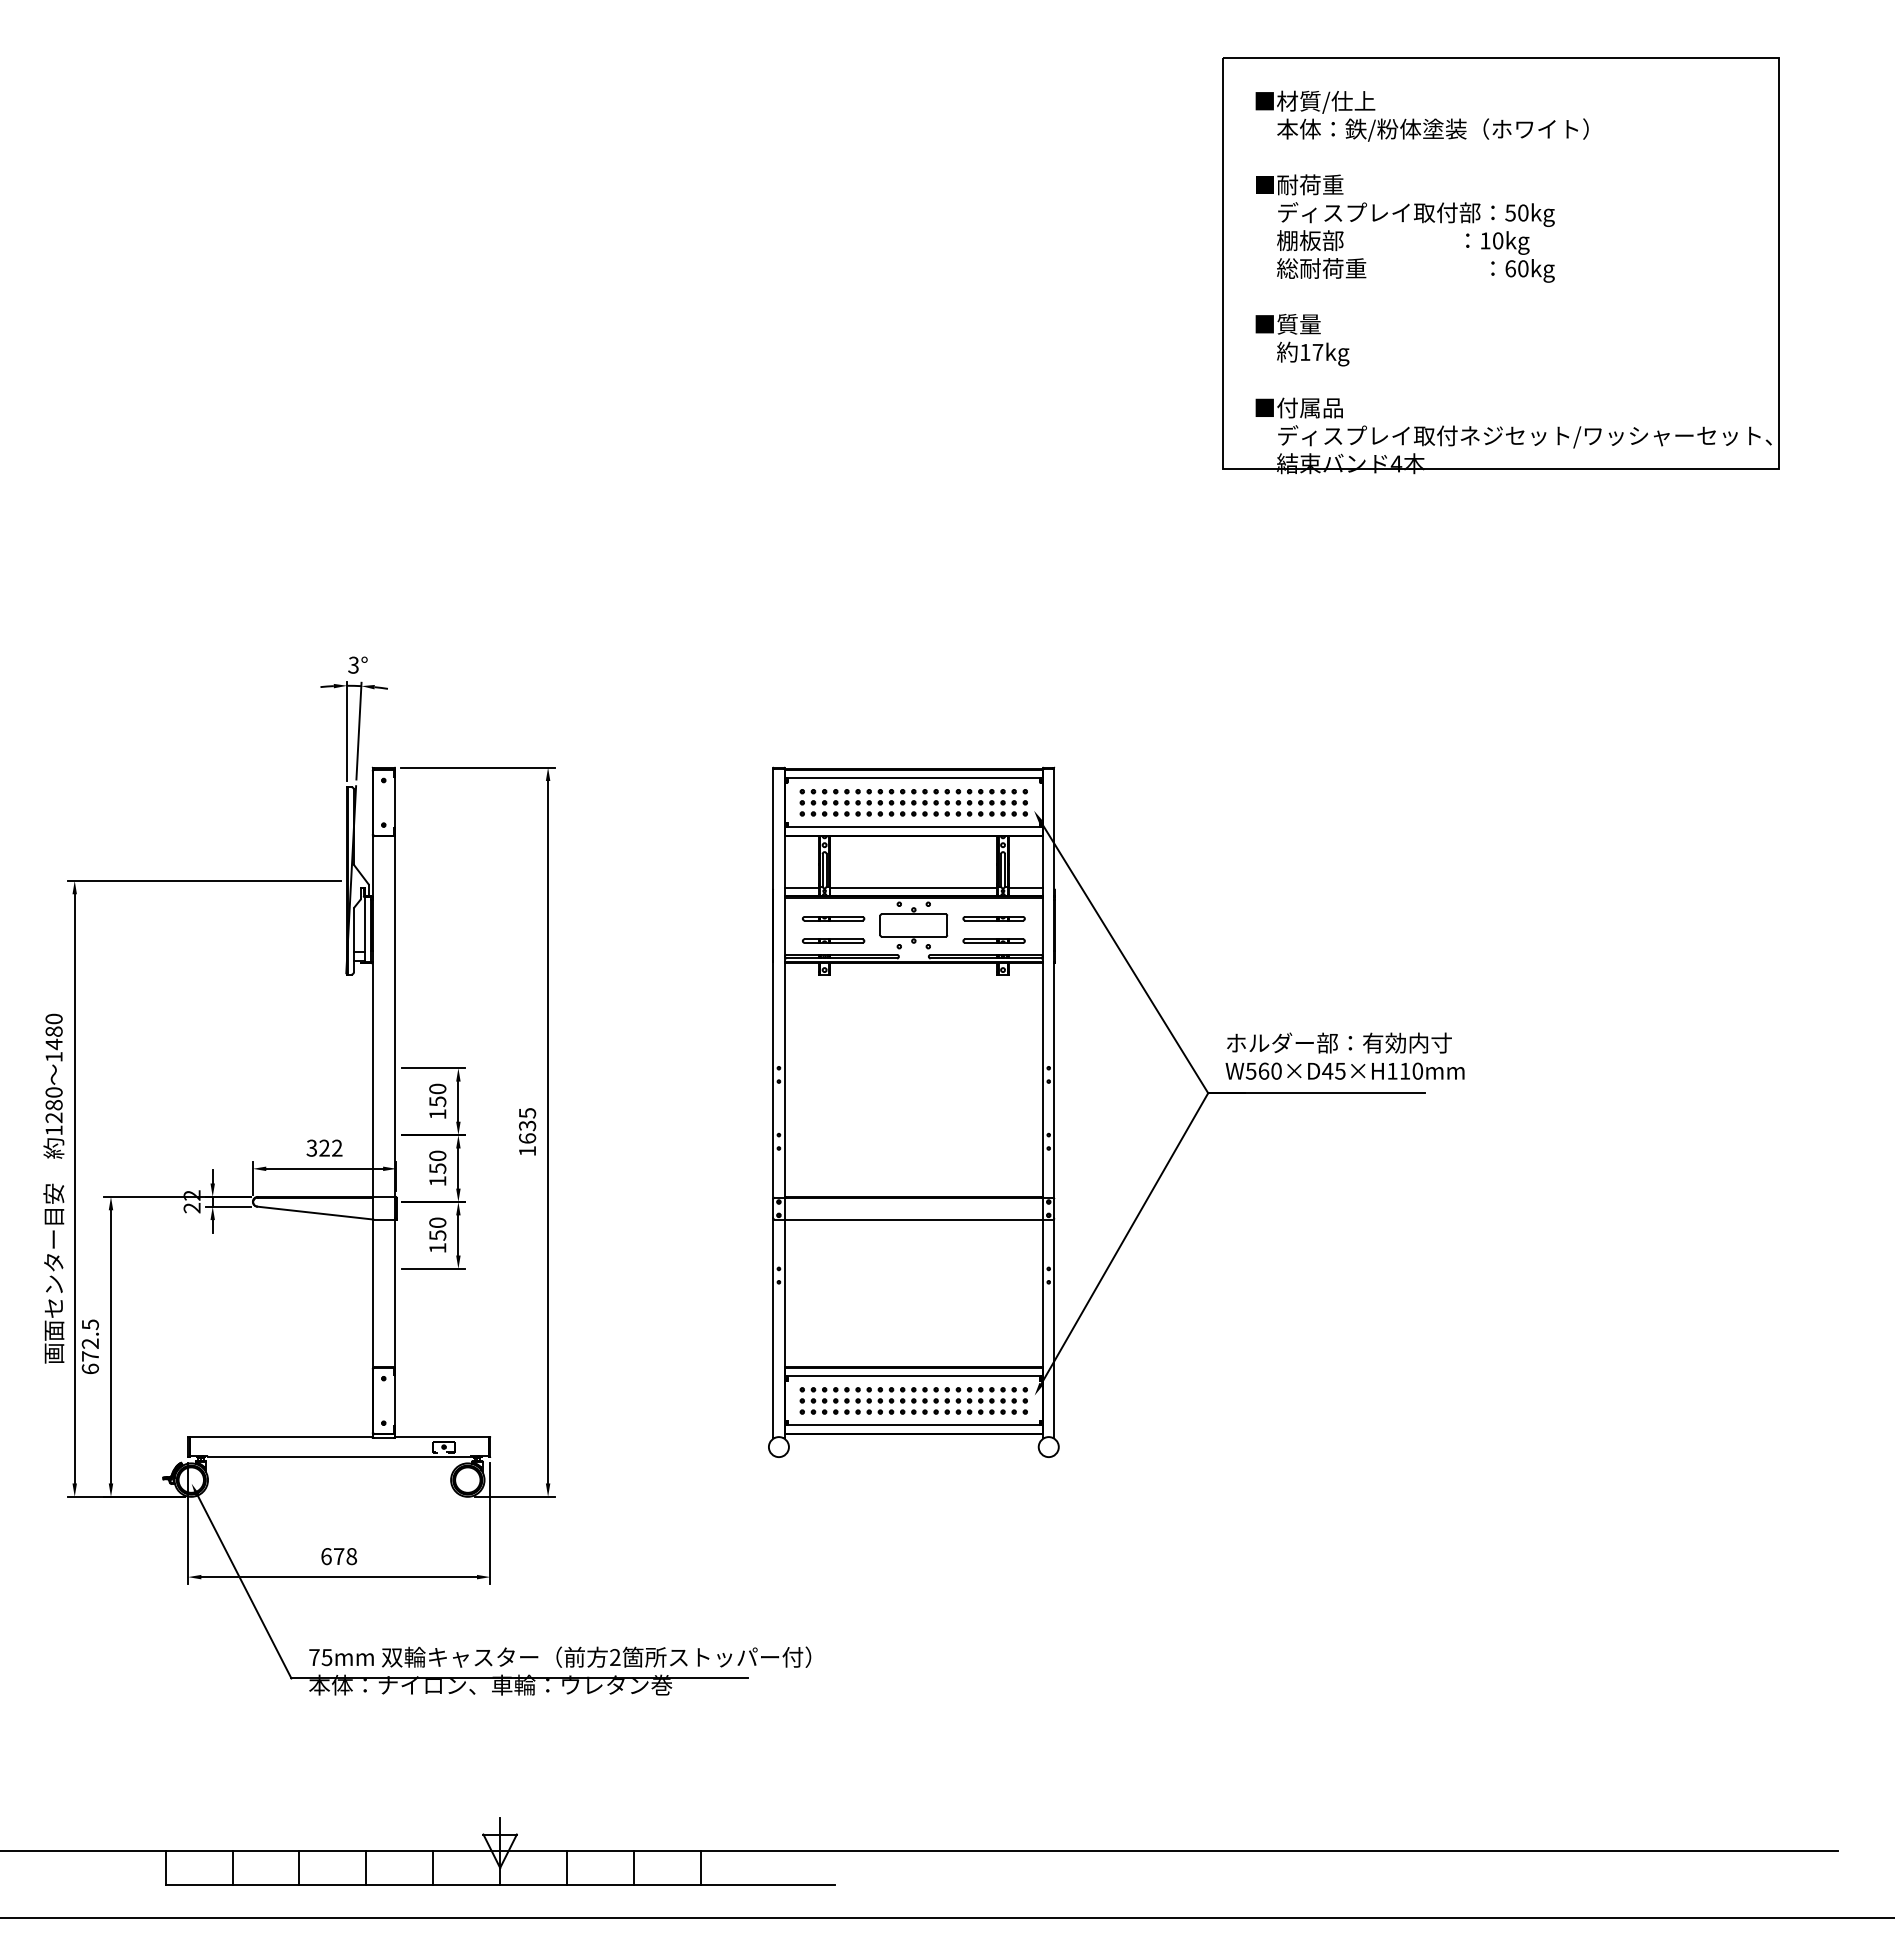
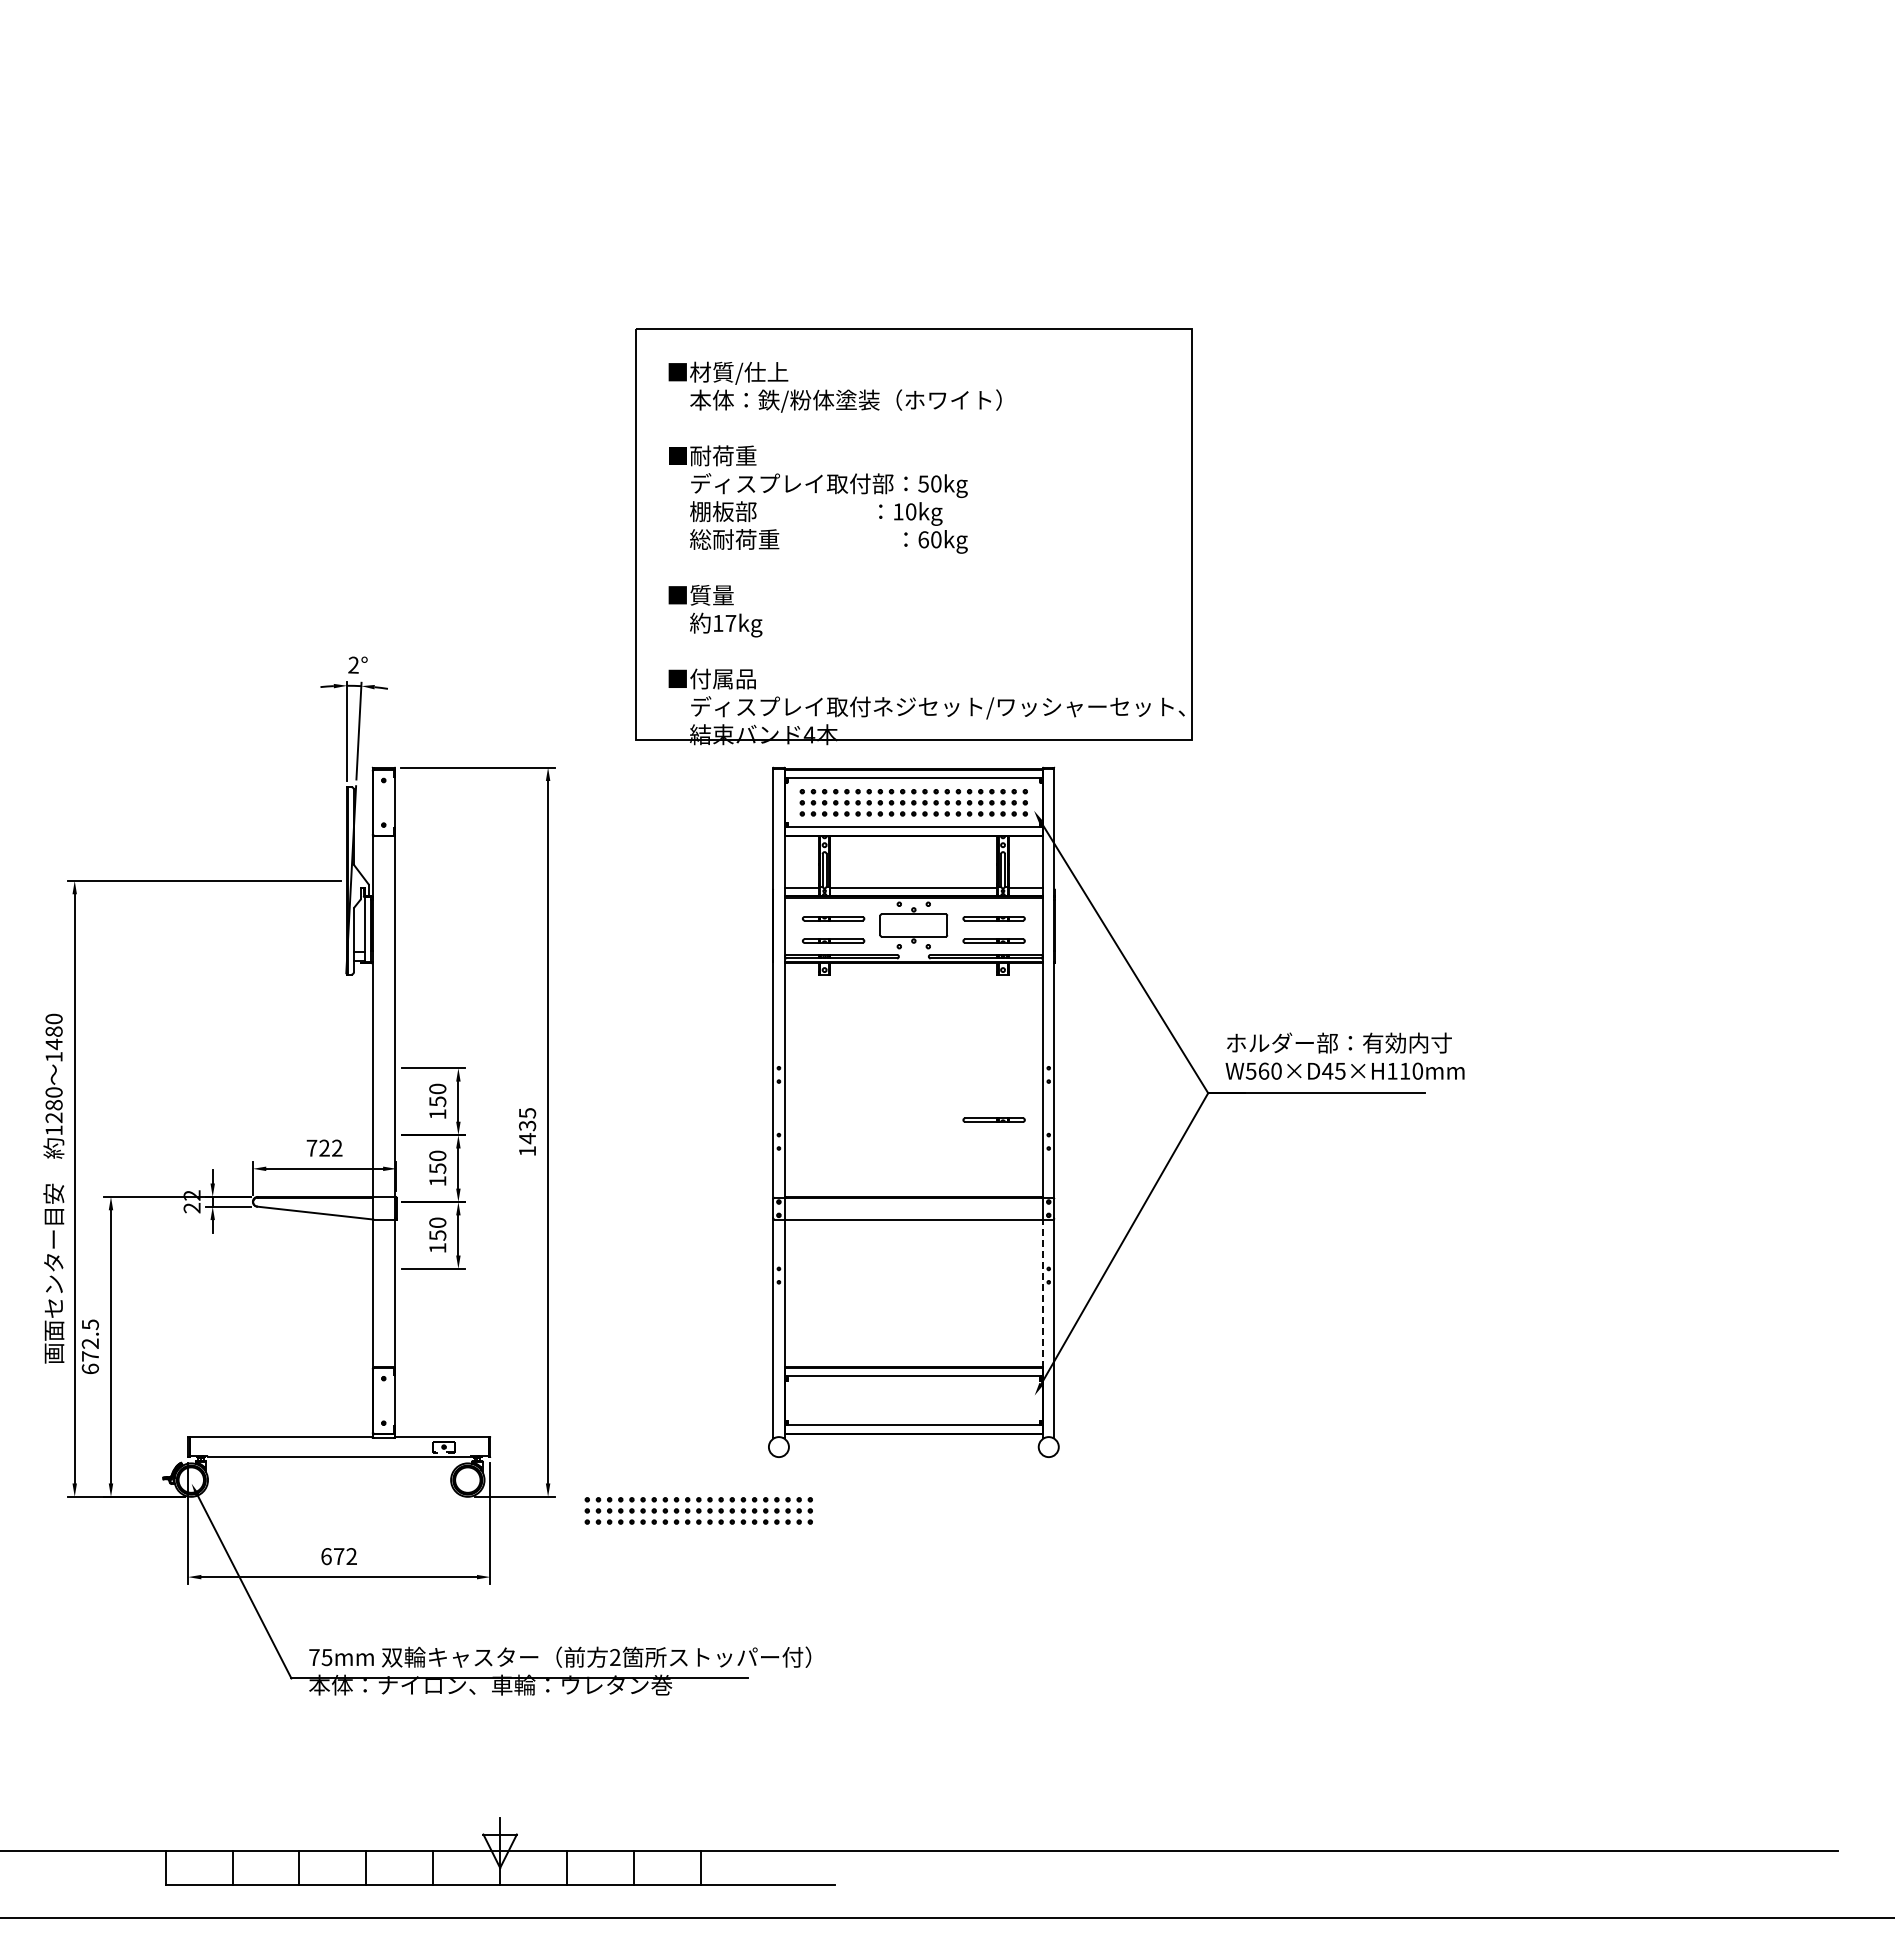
part at (1500, 265) position: (1500, 265) -> (913, 536)
text at (353, 665): 3° -> 2°
part at (993, 1119): none -> present
text at (527, 1138): 1635 -> 1435
text at (311, 1147): 322 -> 722
line at (1043, 1293): solid -> dashed
part at (913, 1400) position: (913, 1400) -> (698, 1510)
text at (351, 1556): 678 -> 672
